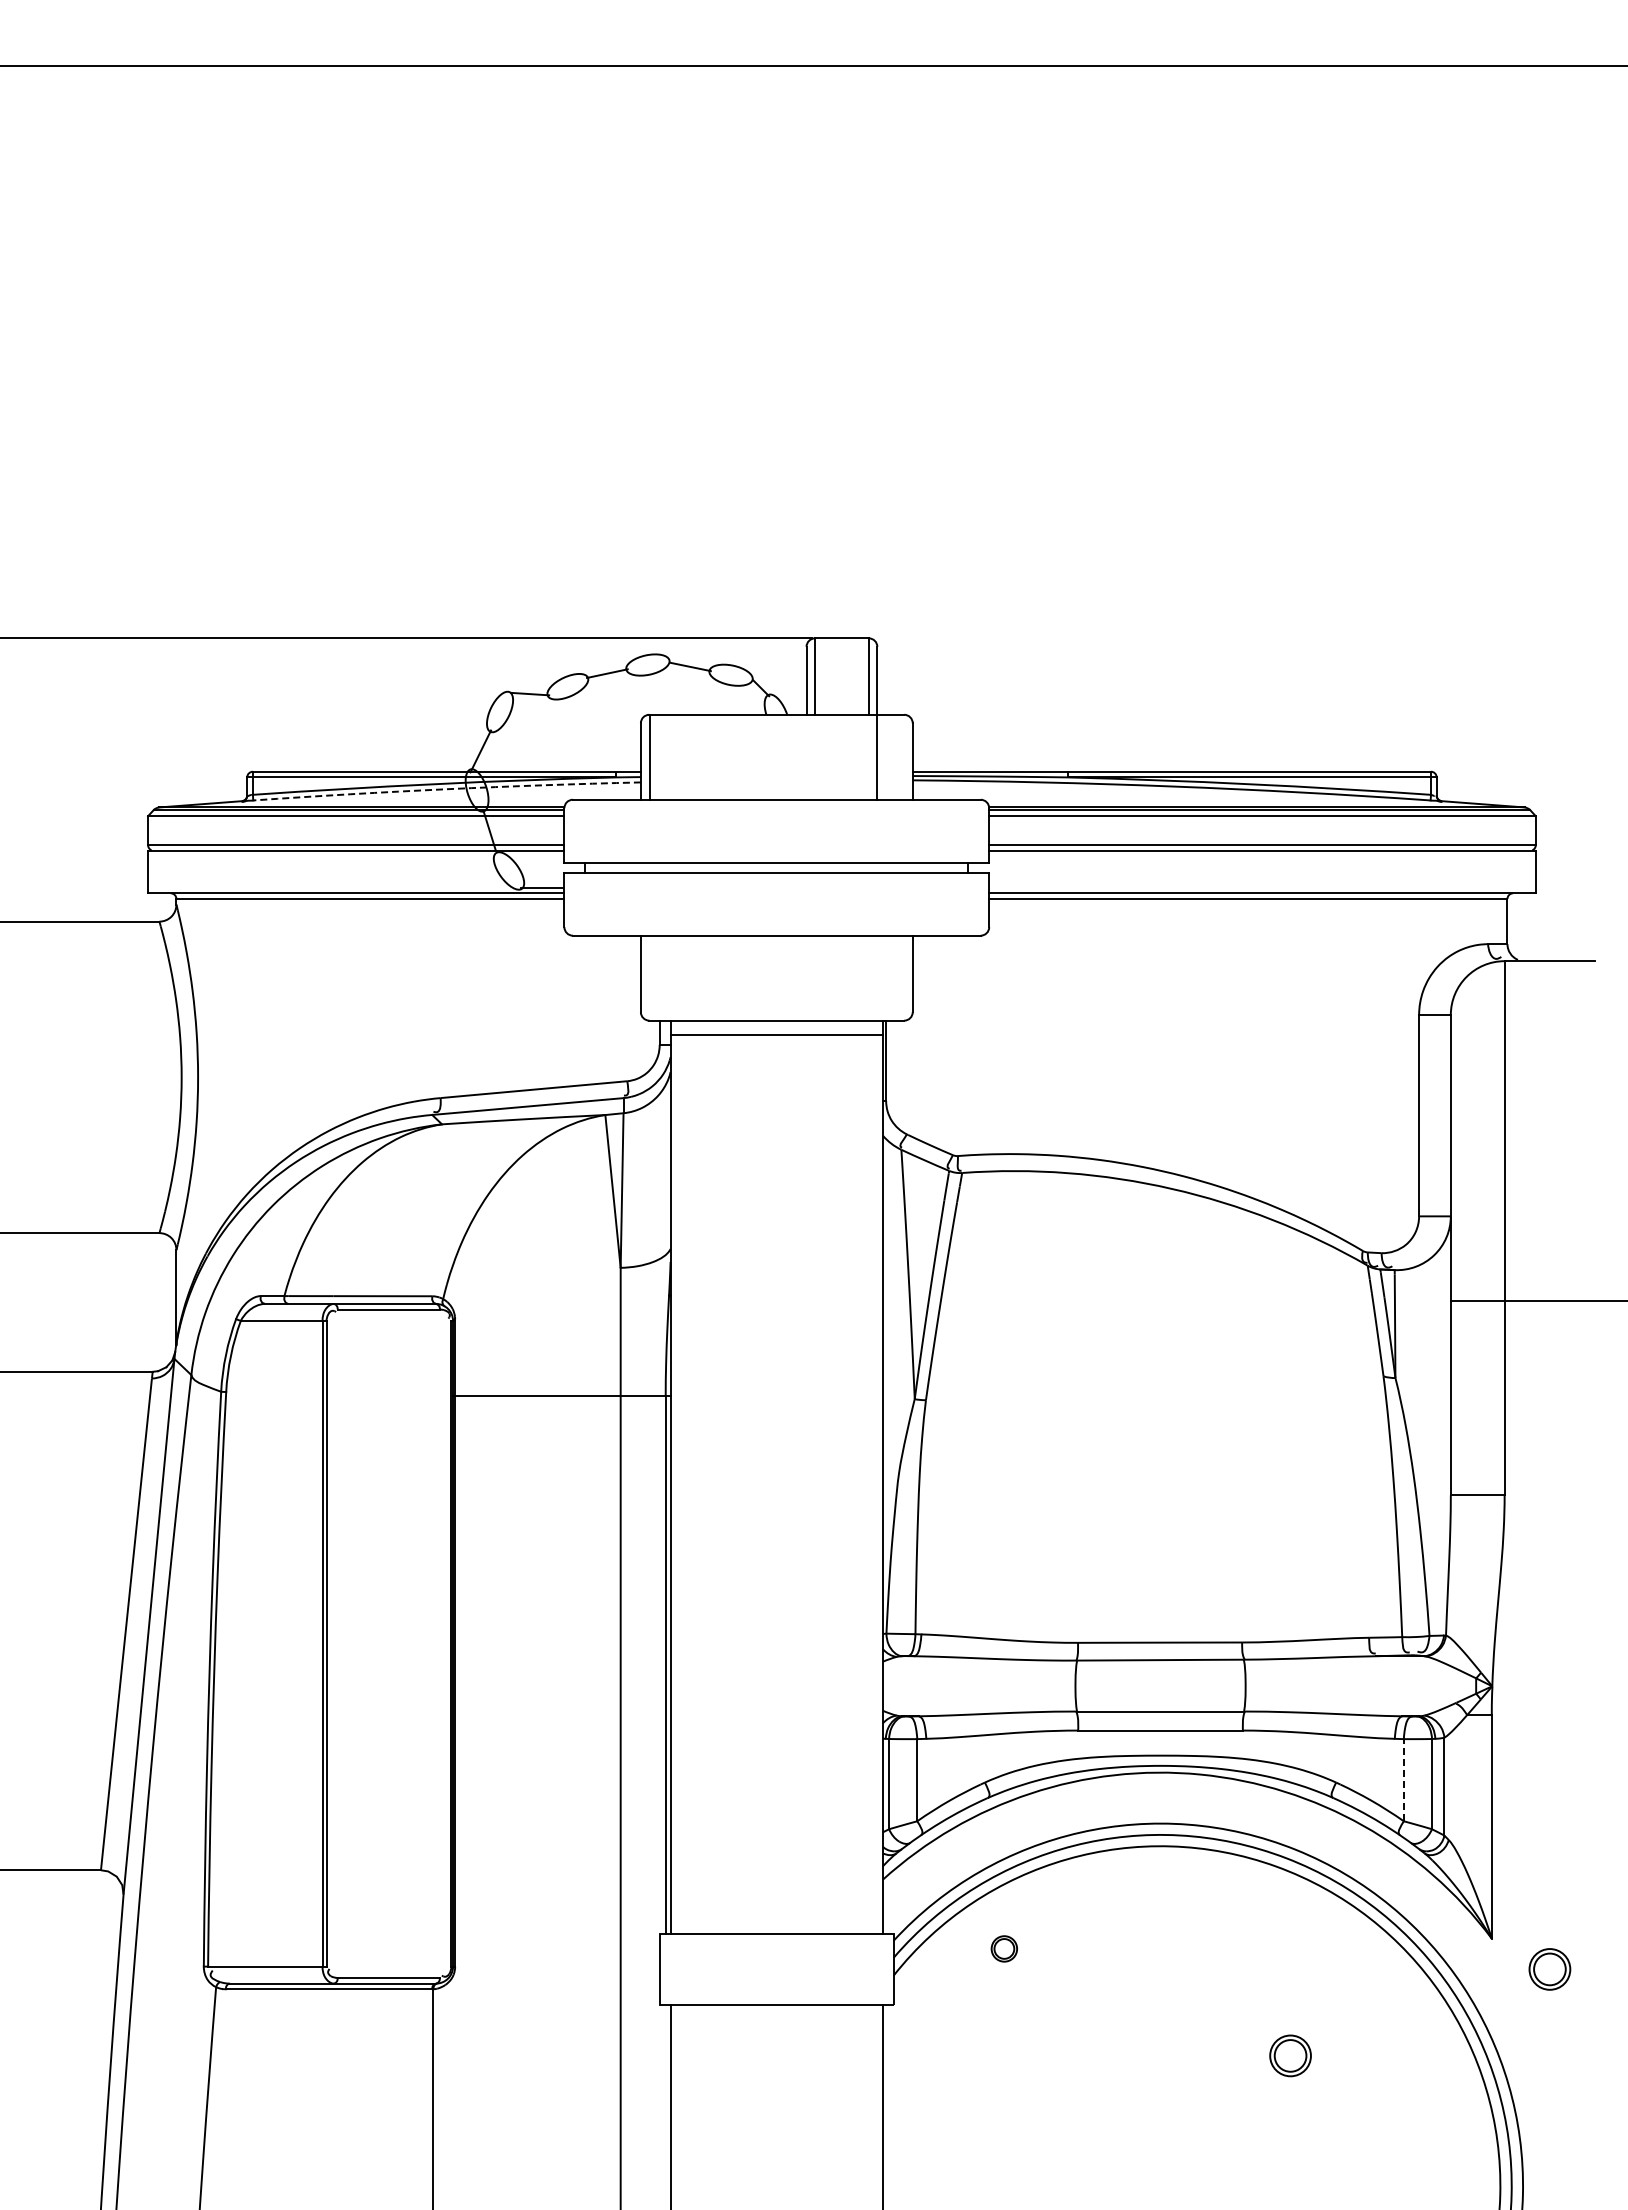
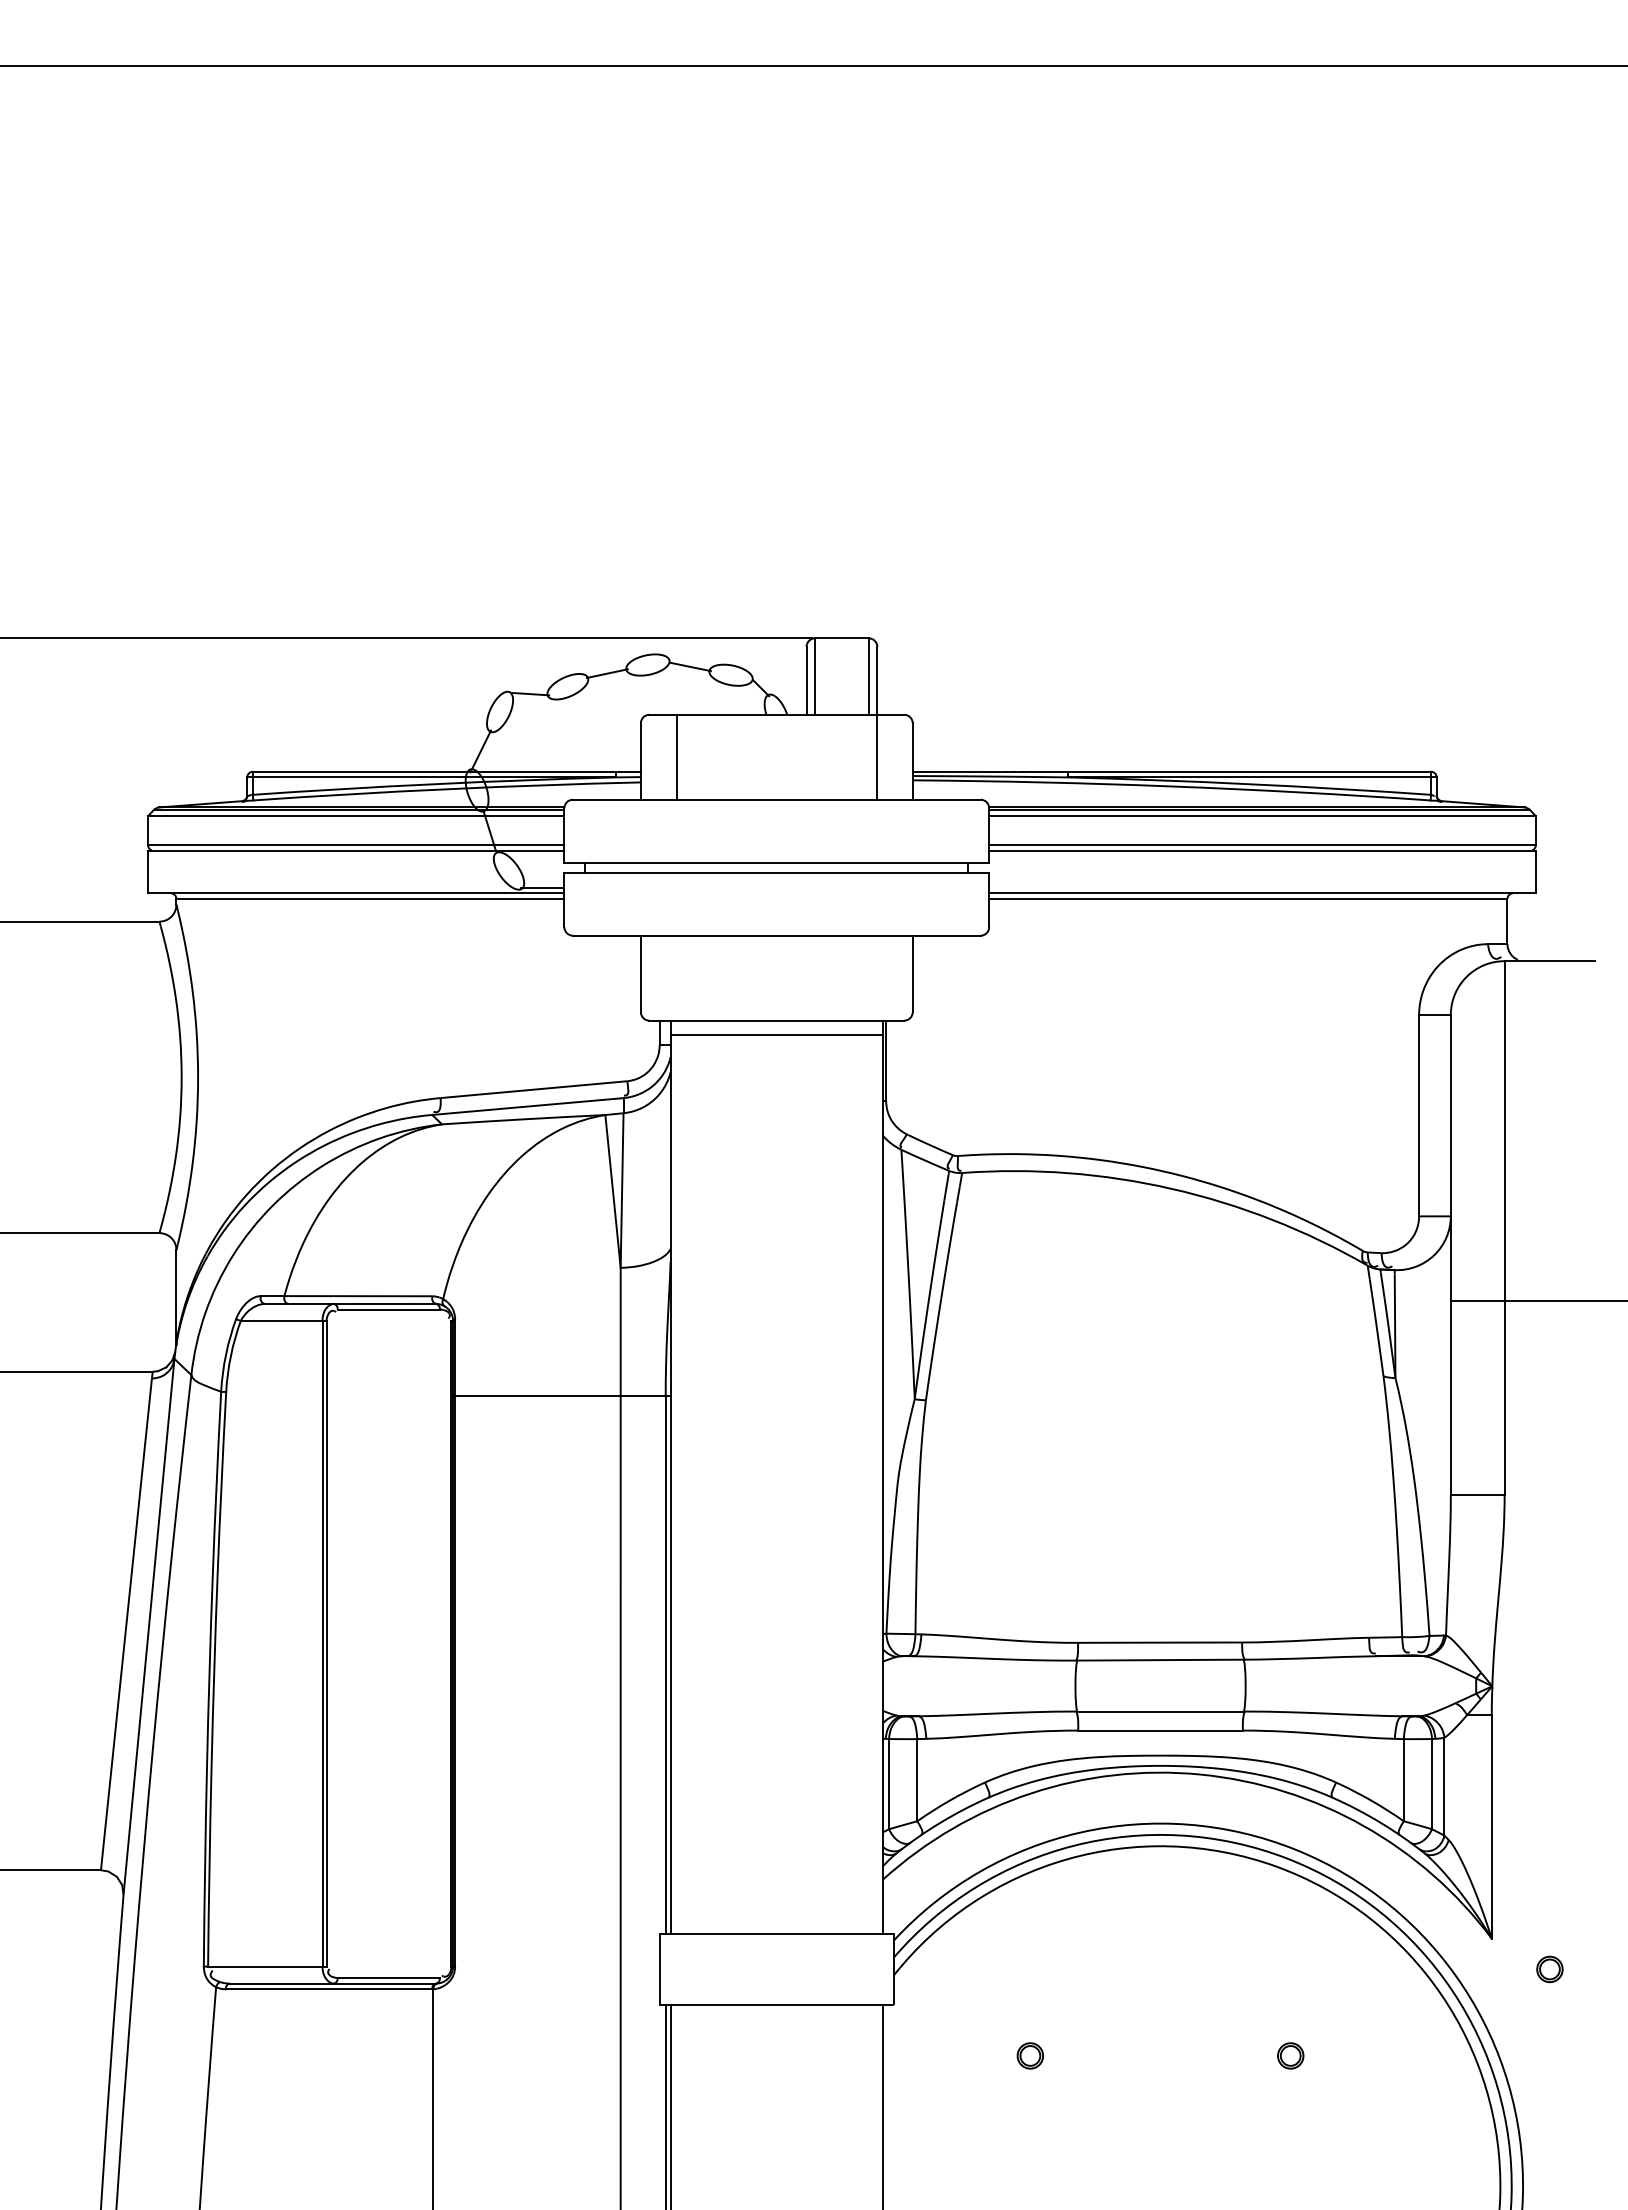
line at (649, 756) position: (649, 756) -> (676, 756)
arc at (446, 789): dashed -> solid
line at (1403, 1779): dashed -> solid
part at (1003, 1948) position: (1003, 1948) -> (1029, 2055)
part at (1549, 1969) size: 44x43 px -> 28x29 px
part at (1290, 2055) size: 43x44 px -> 28x28 px
line at (665, 2105): none -> present
